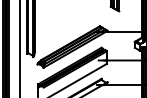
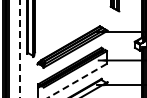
line at (19, 48): solid -> dashed
line at (77, 80): solid -> dashed
